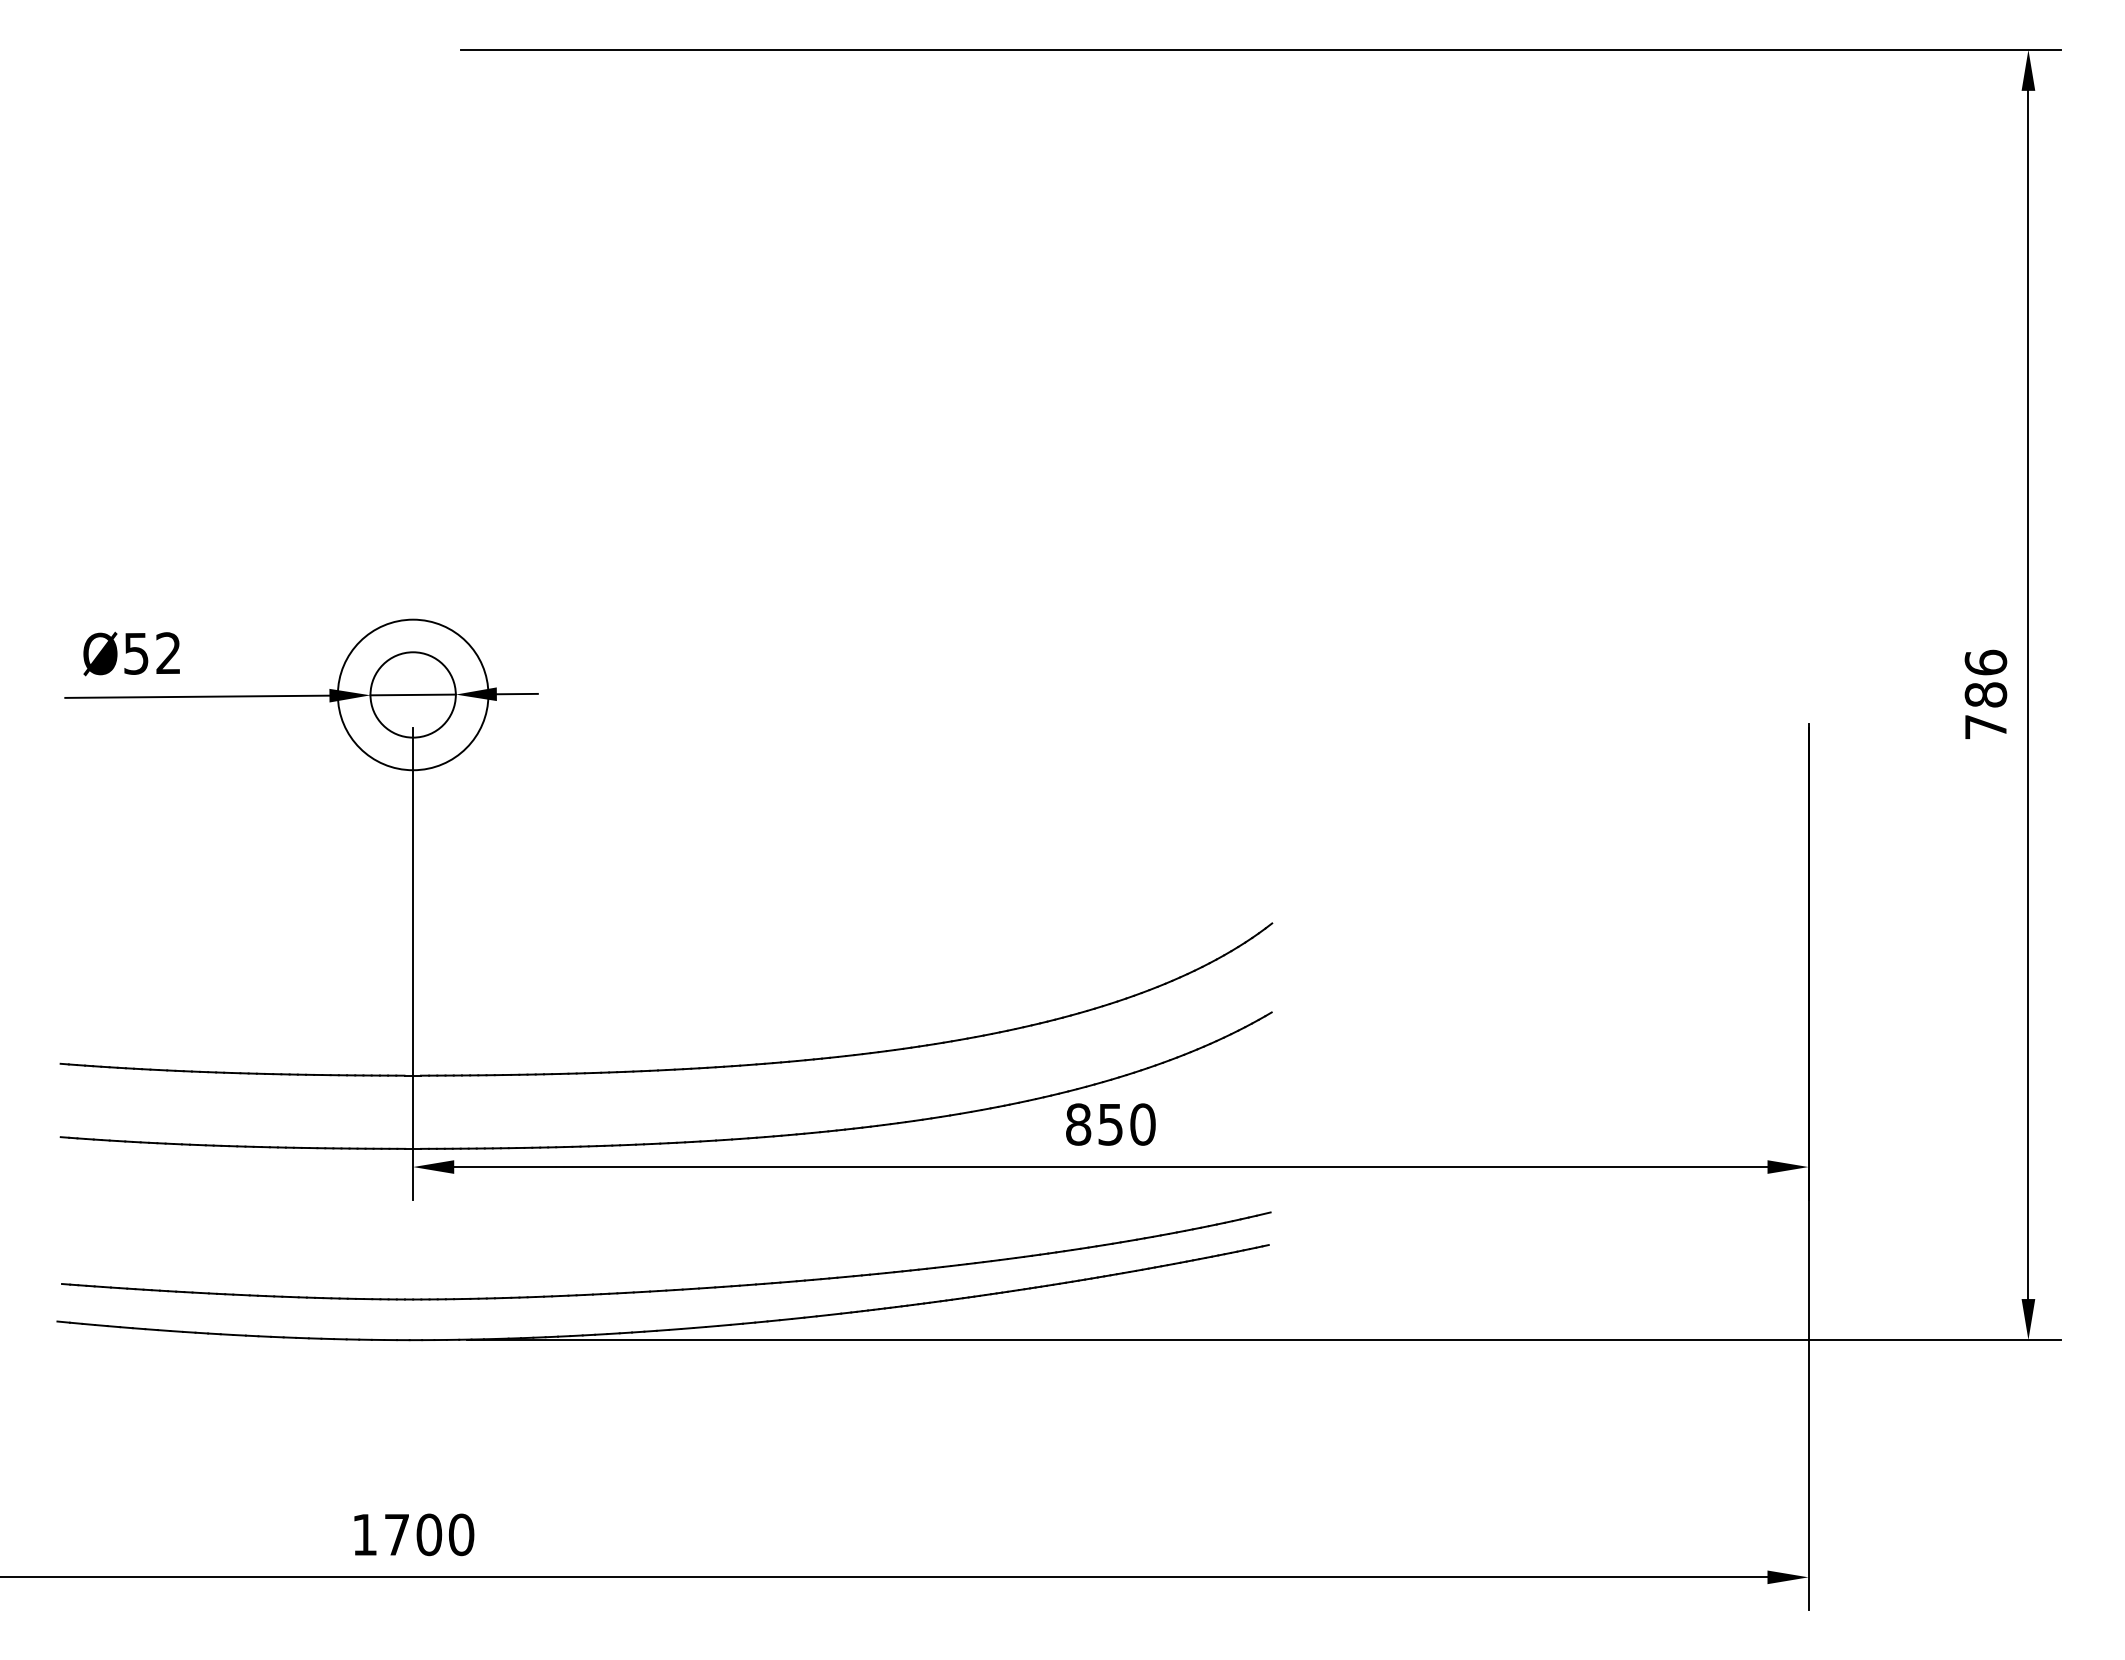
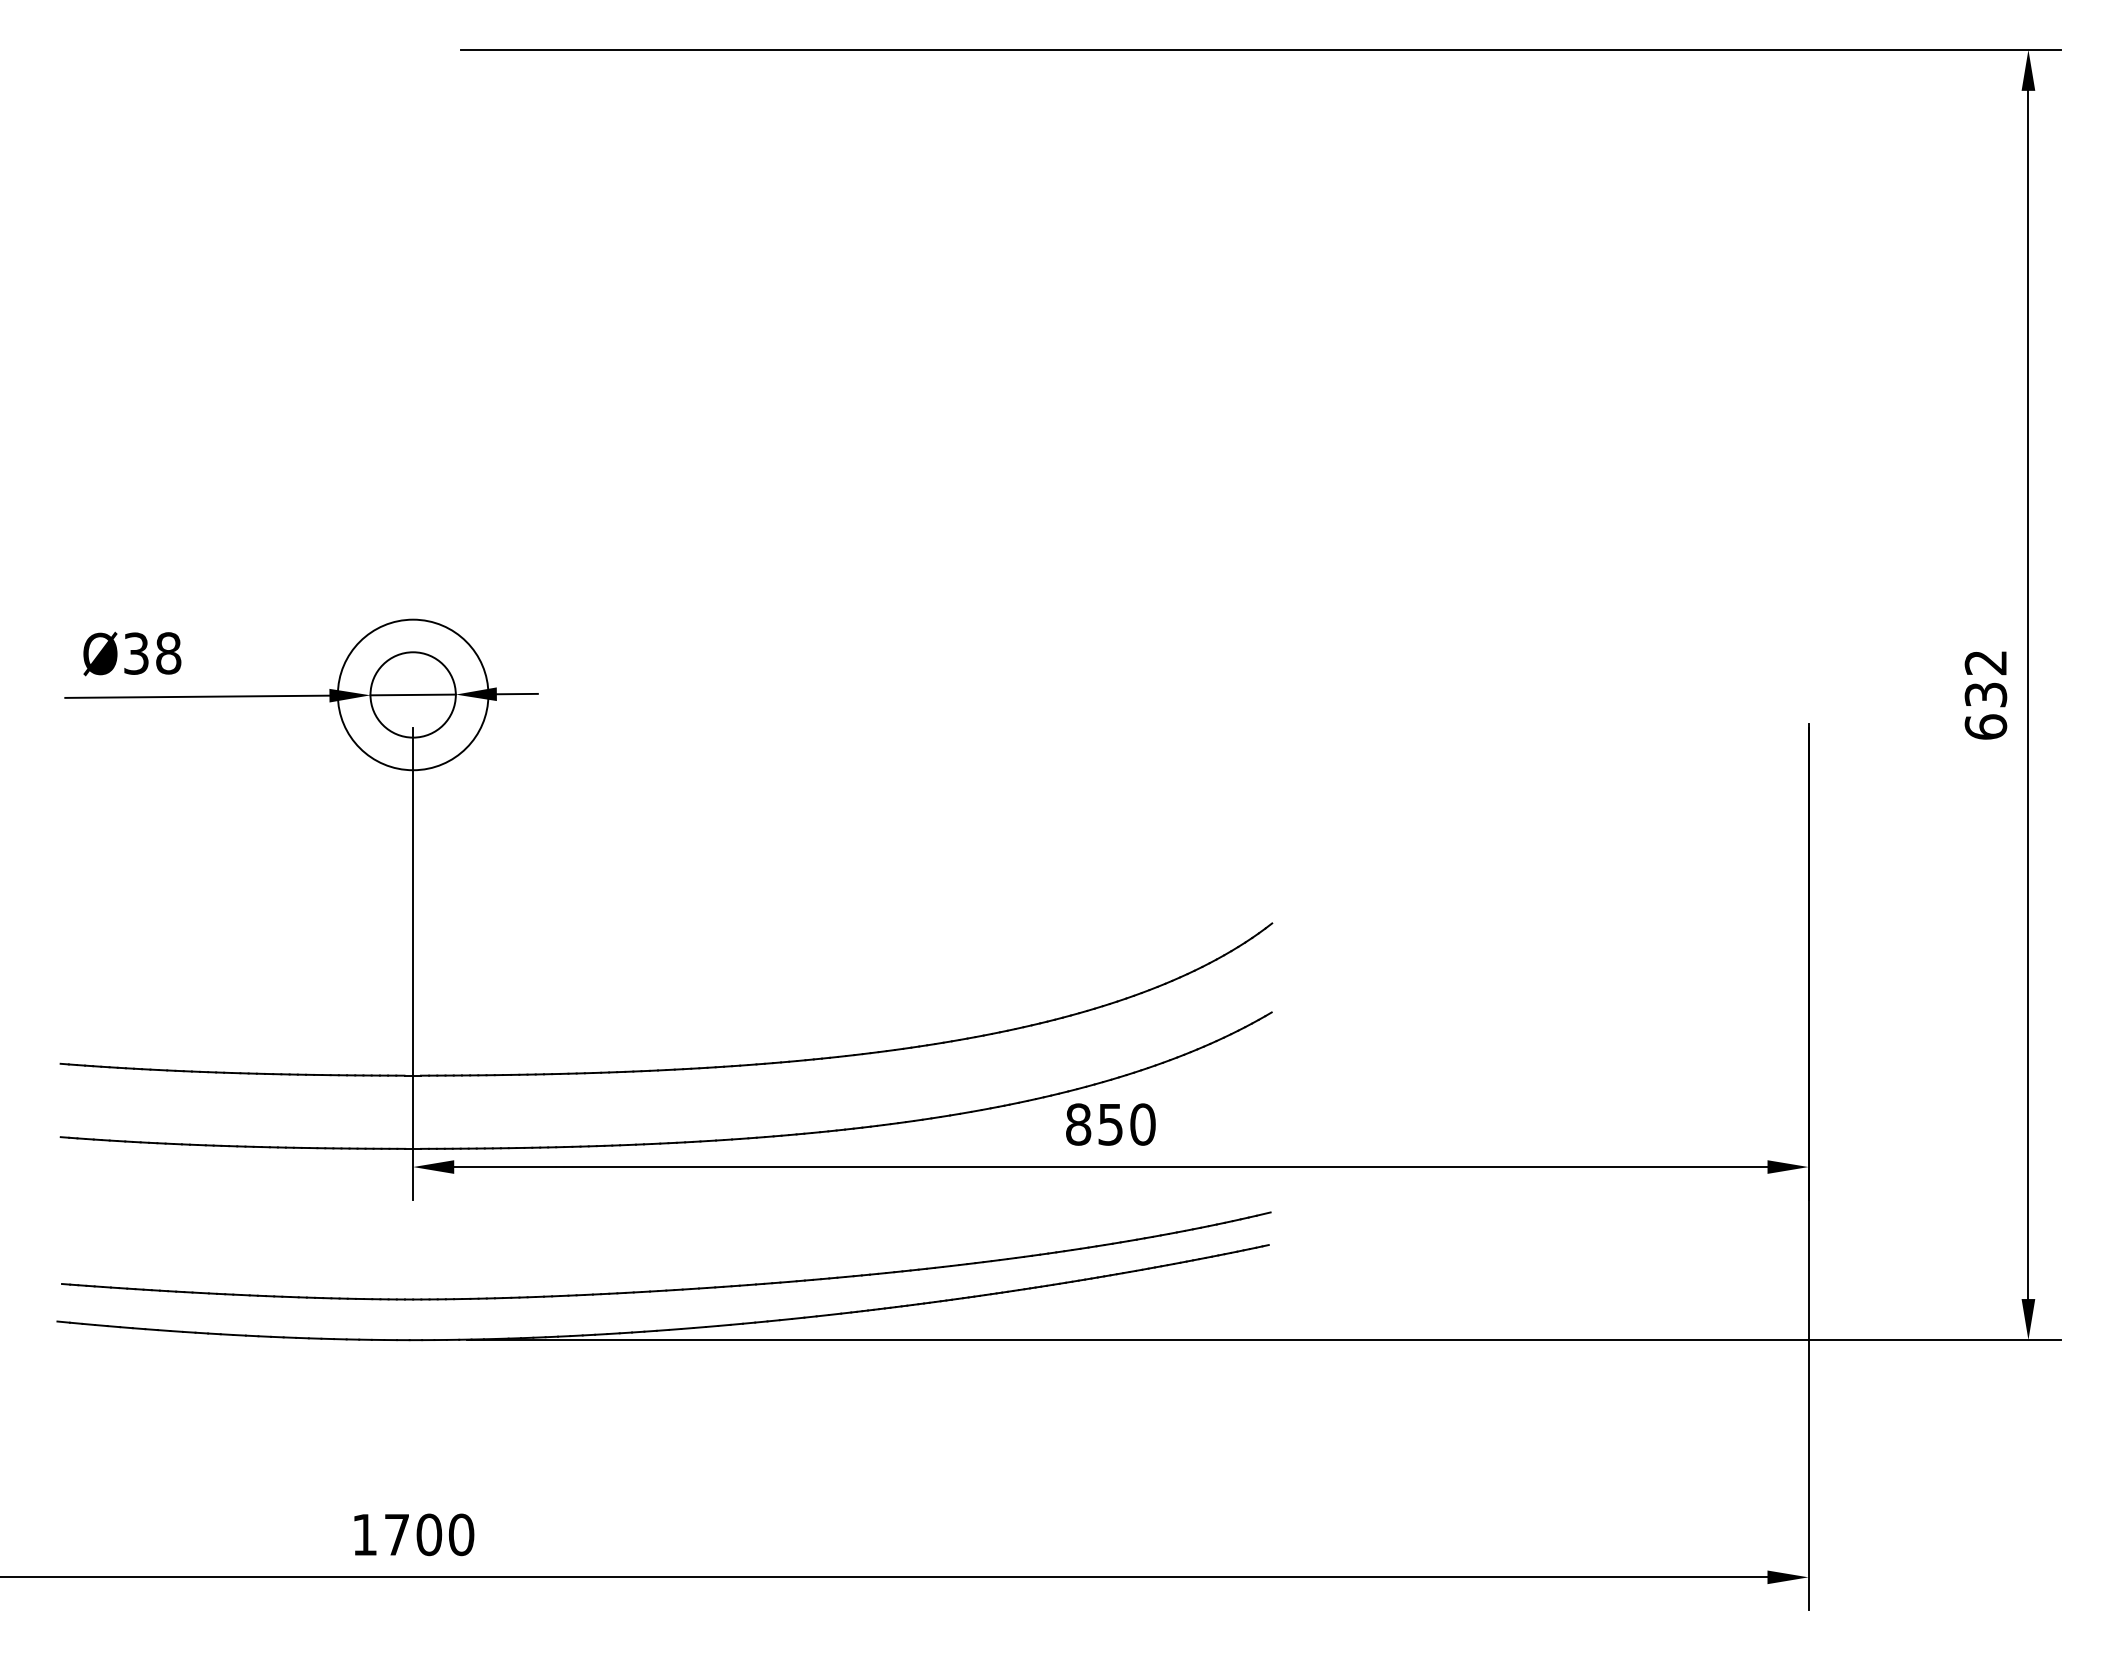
text at (152, 653): Ø52 -> Ø38
text at (1985, 694): 786 -> 632
